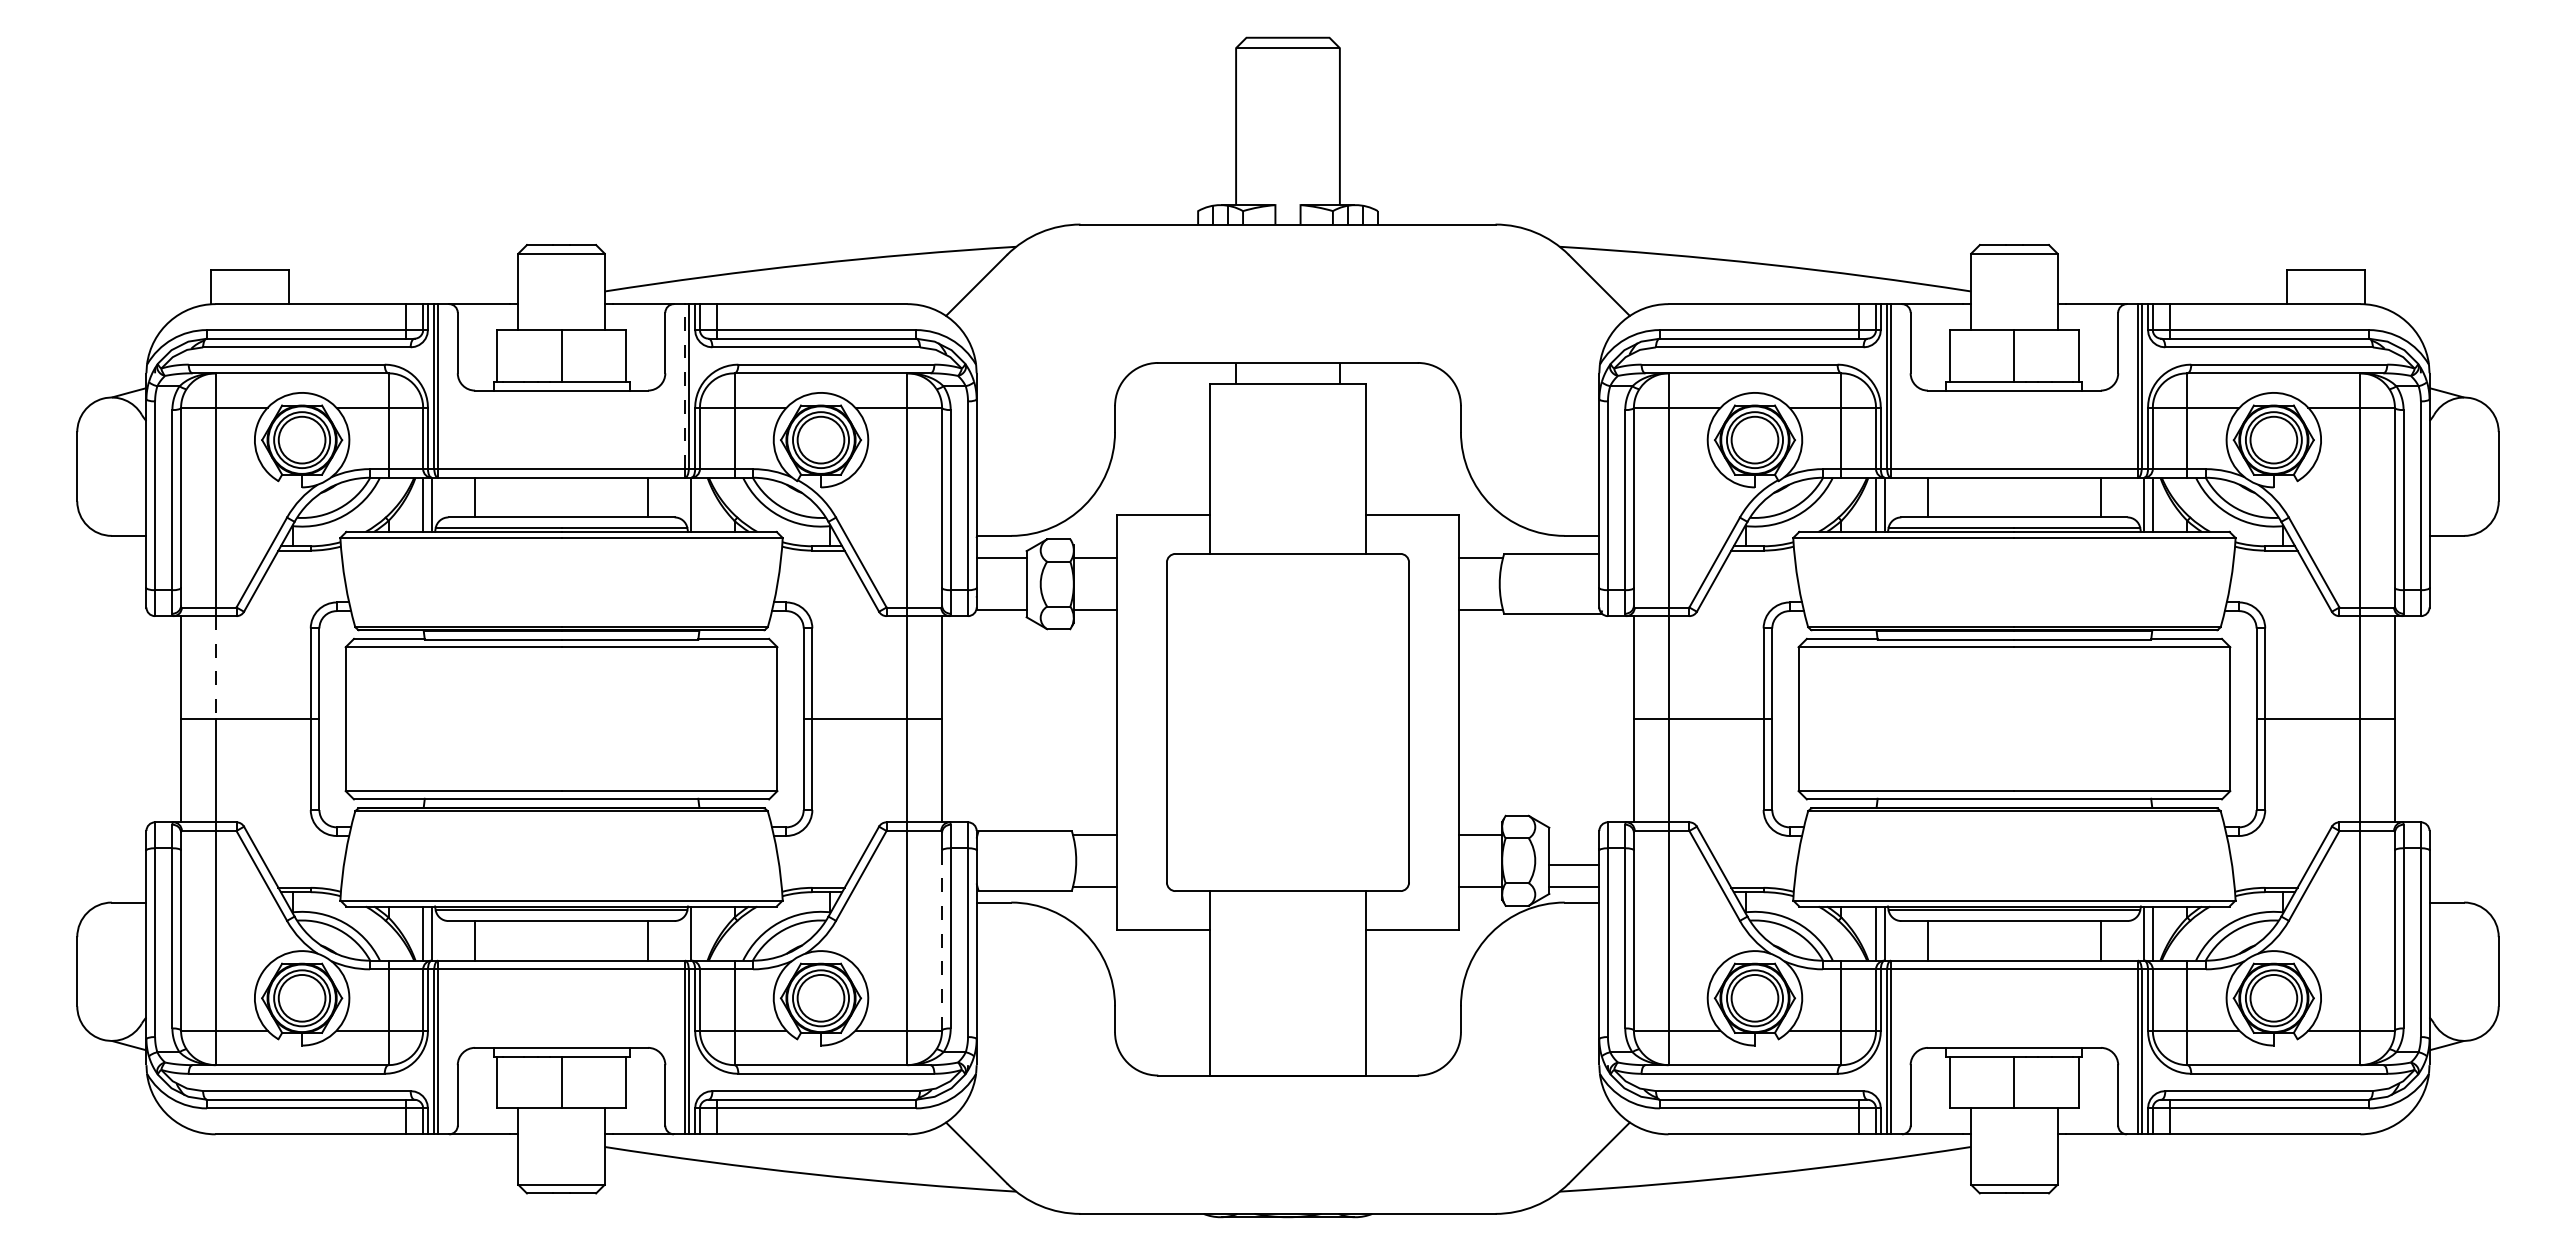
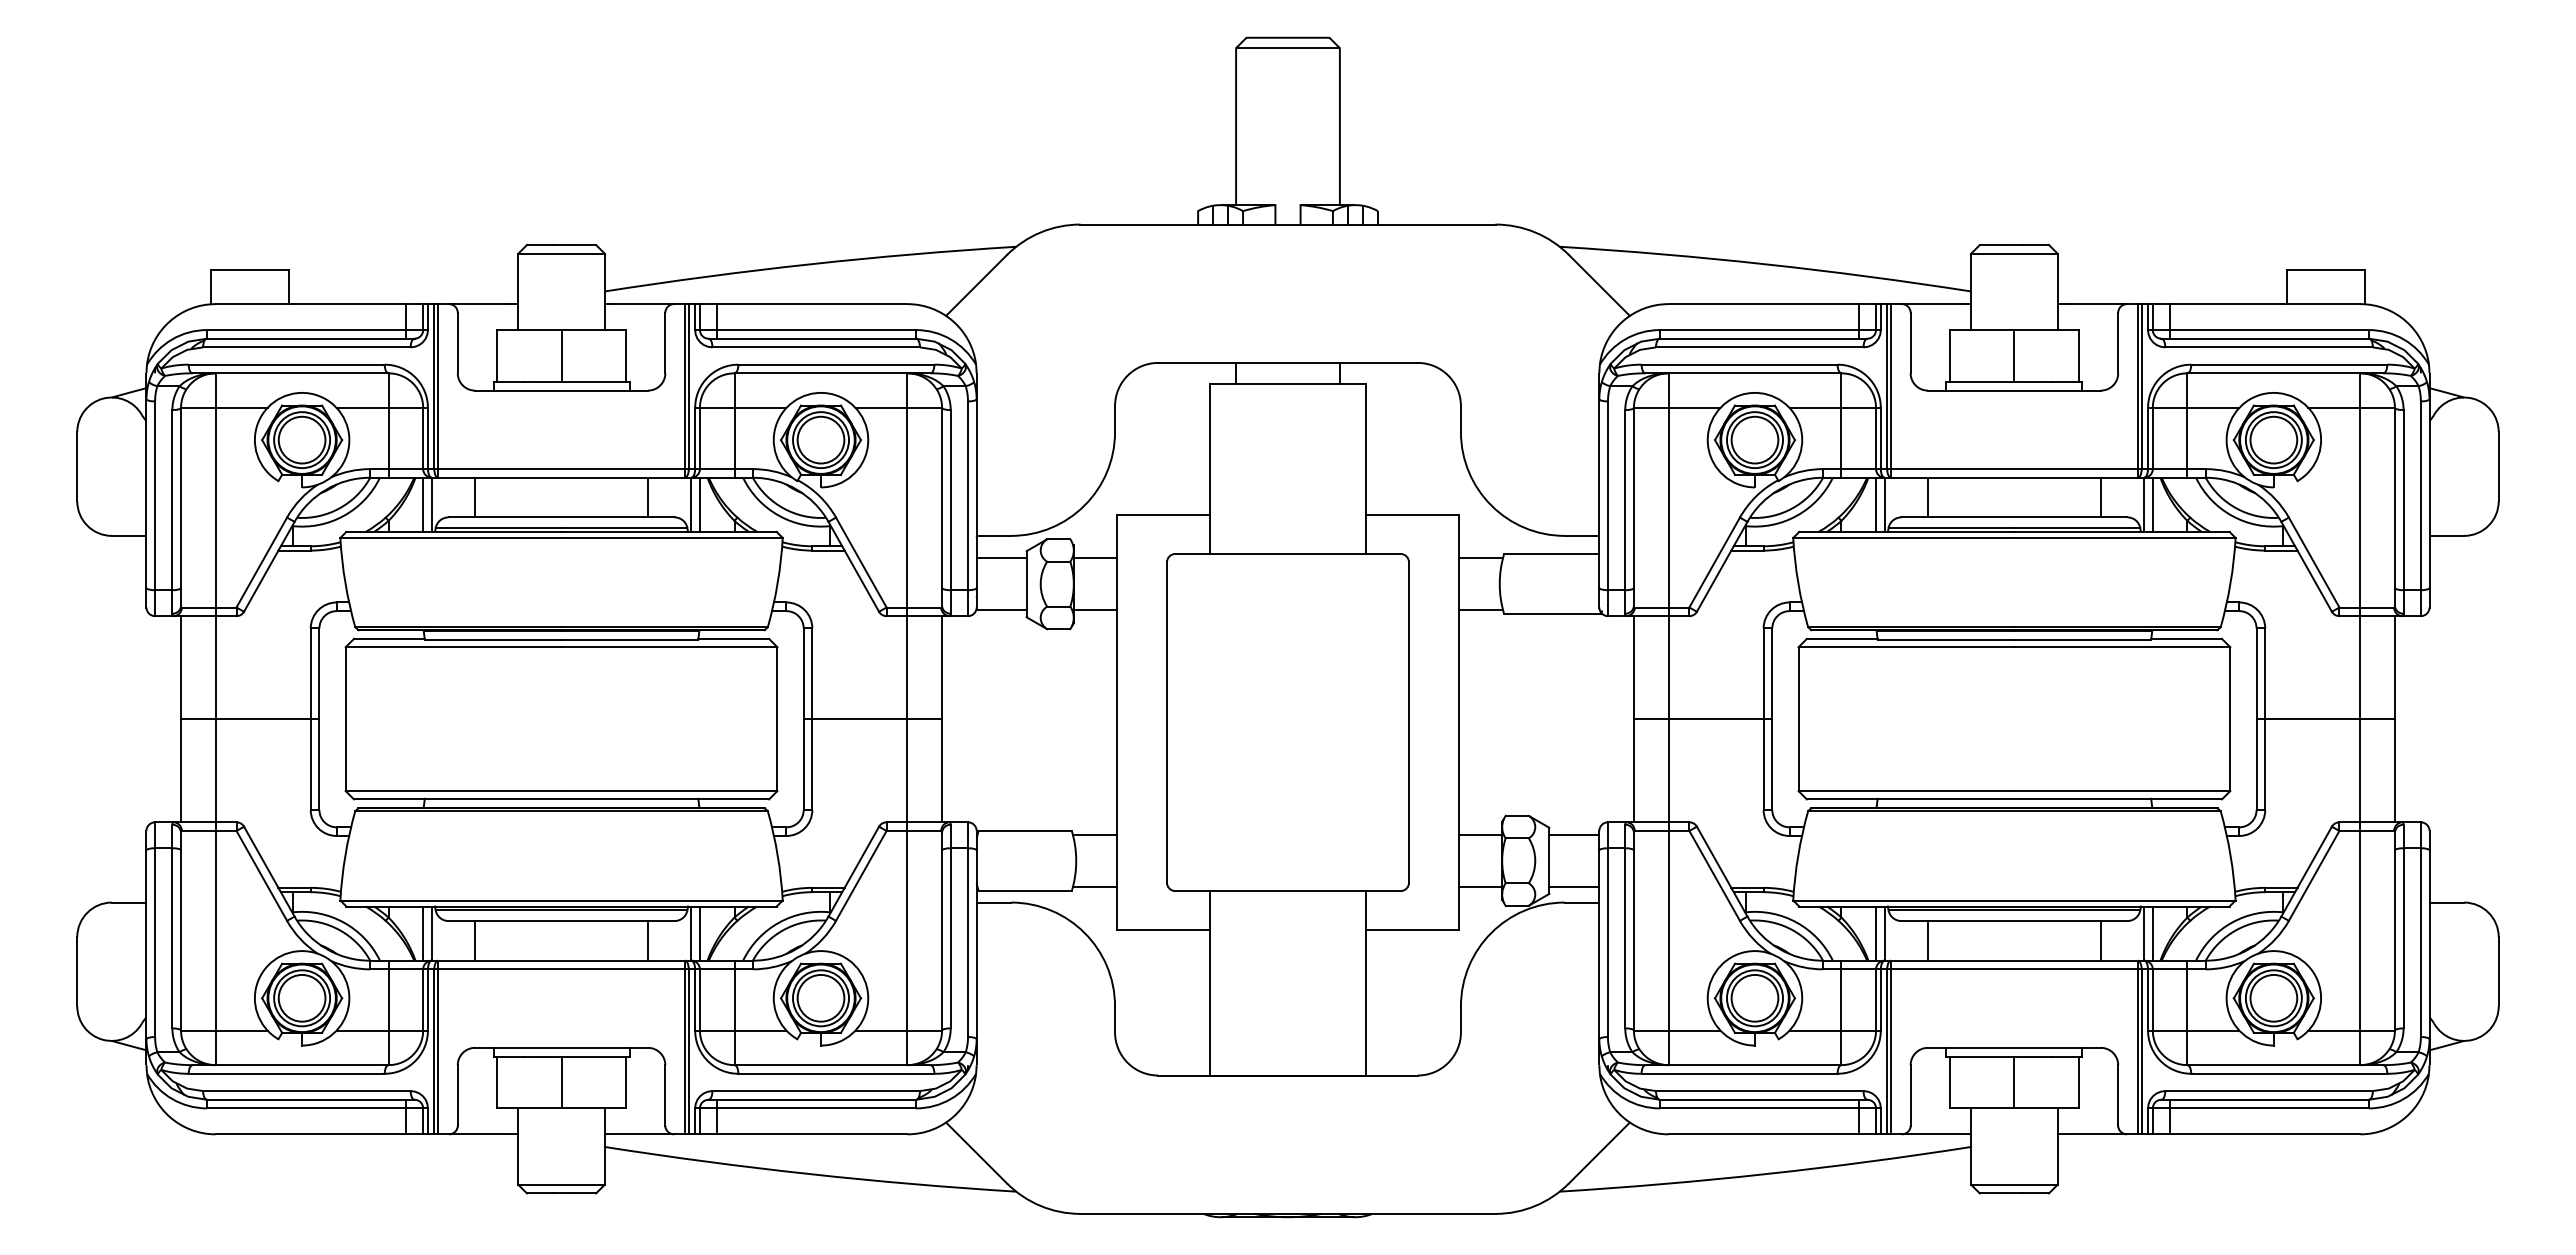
line at (684, 386): dashed -> solid
line at (699, 504): none -> present
line at (215, 667): dashed -> solid
line at (1574, 864) position: (1574, 864) -> (1574, 834)
line at (699, 933): none -> present
line at (942, 939): dashed -> solid
